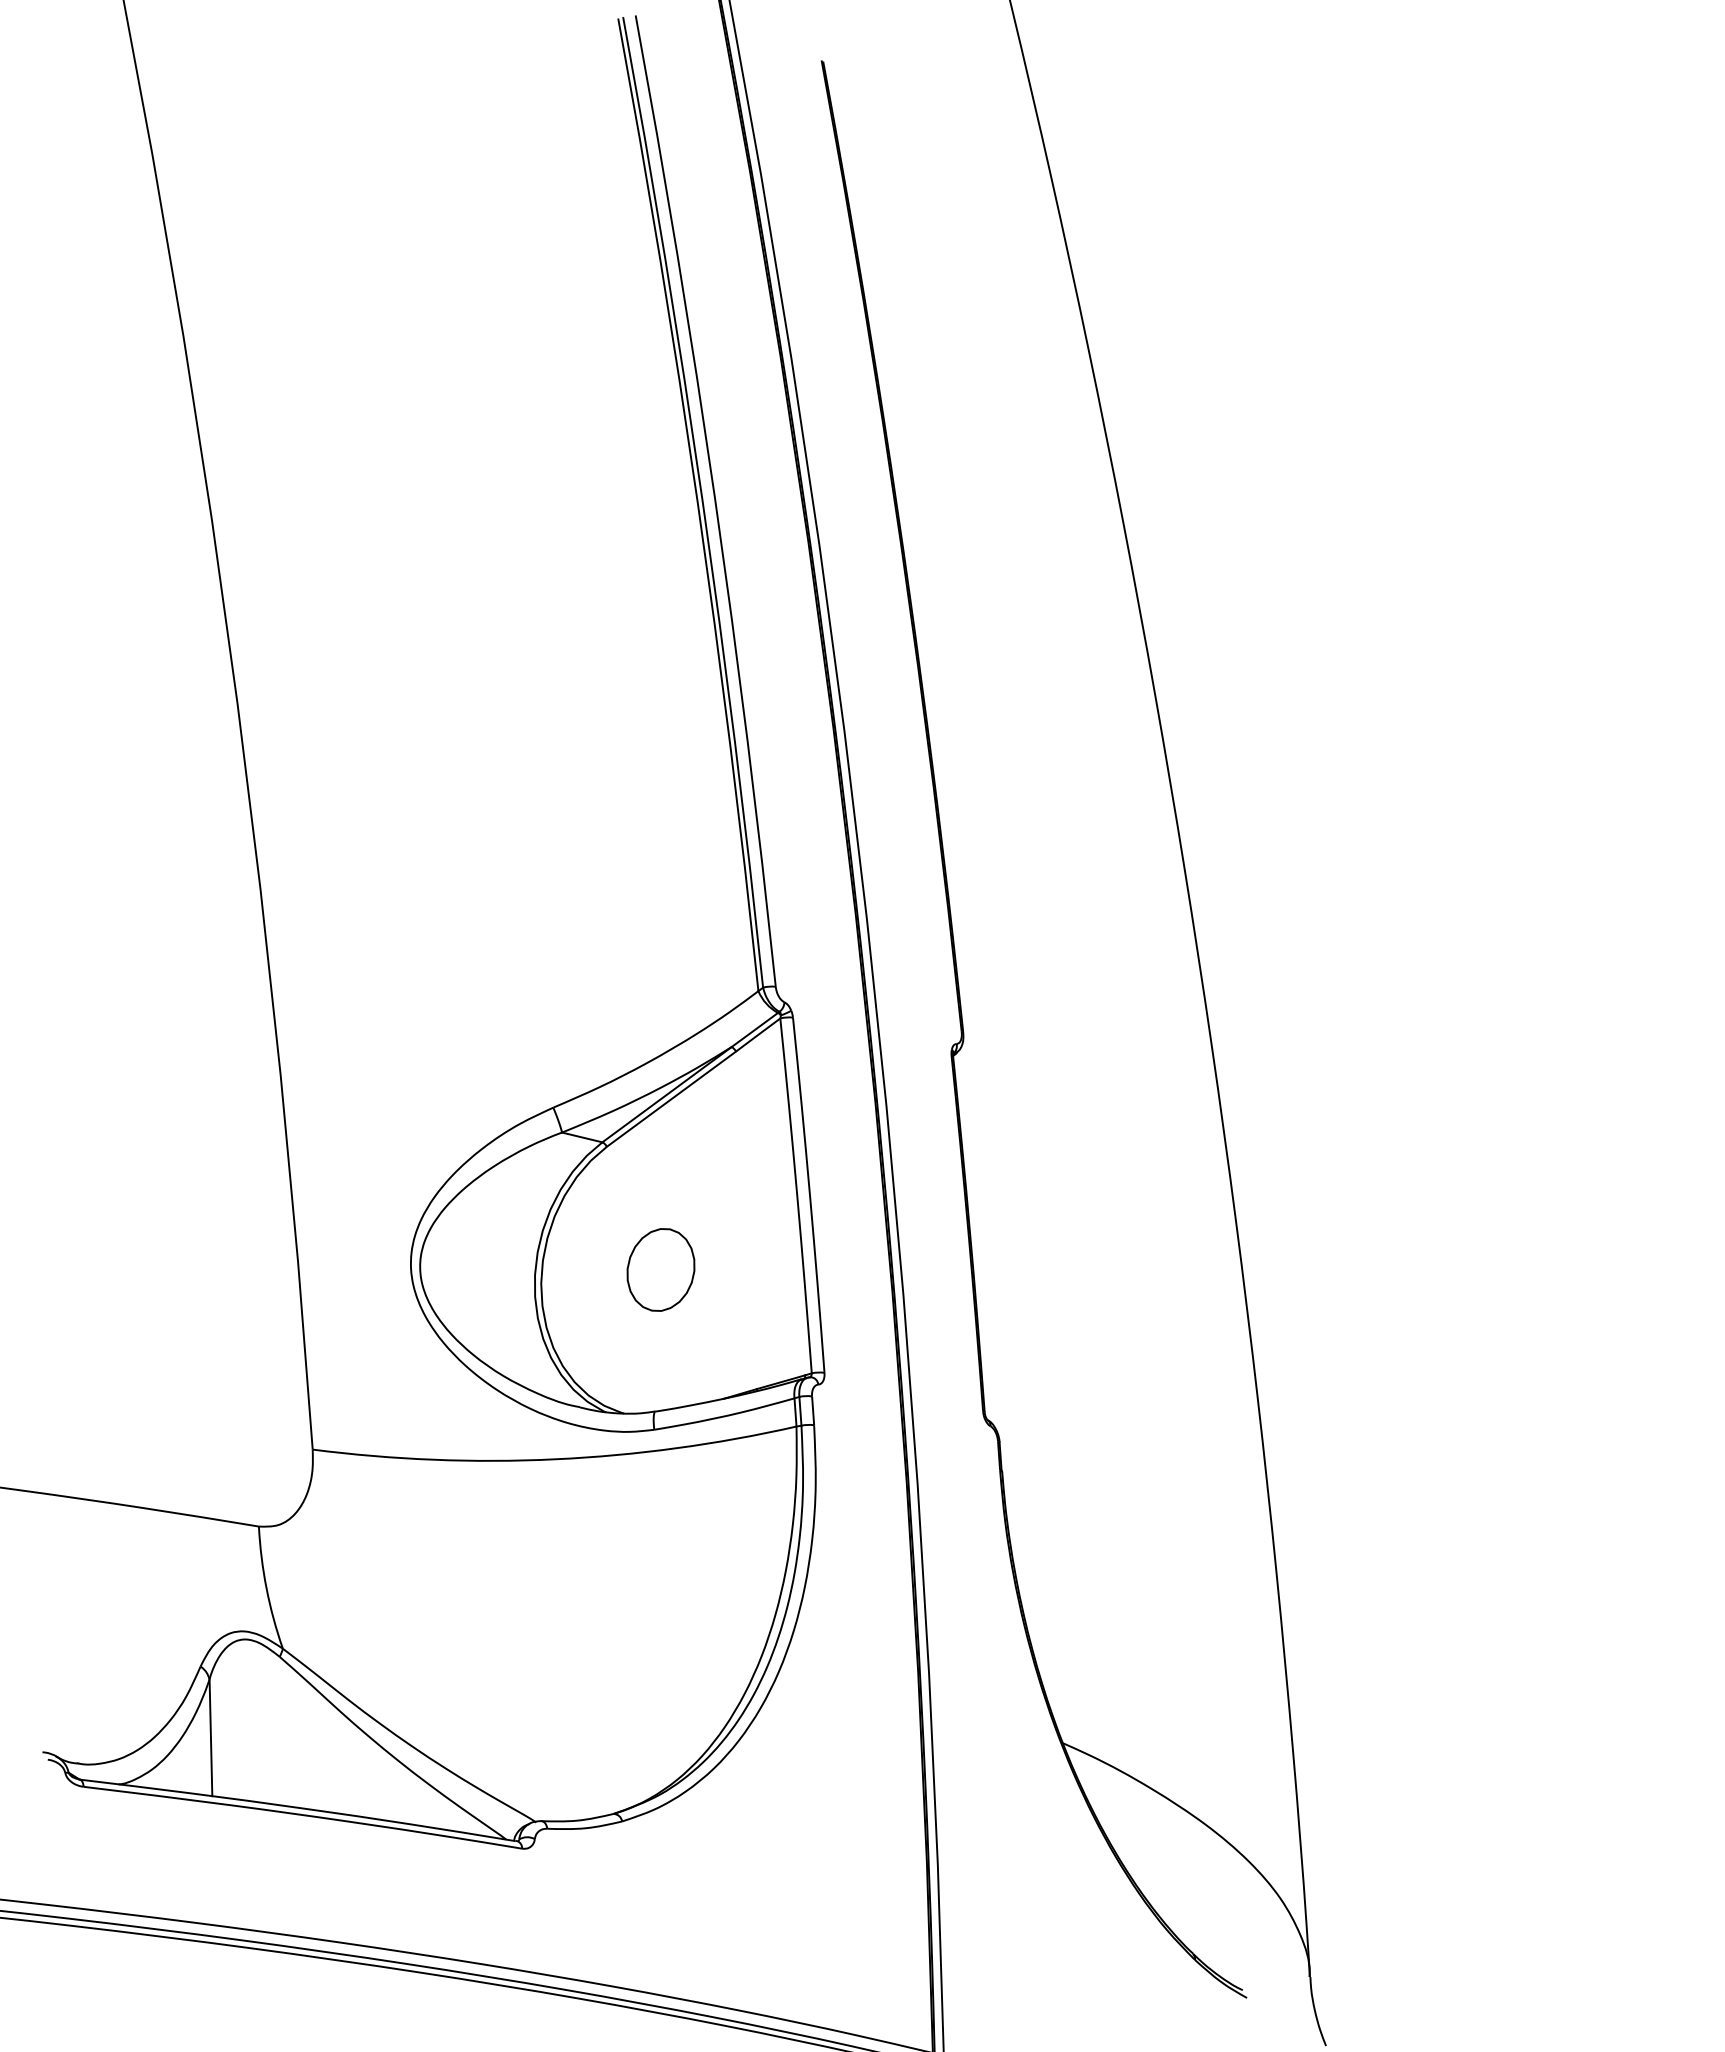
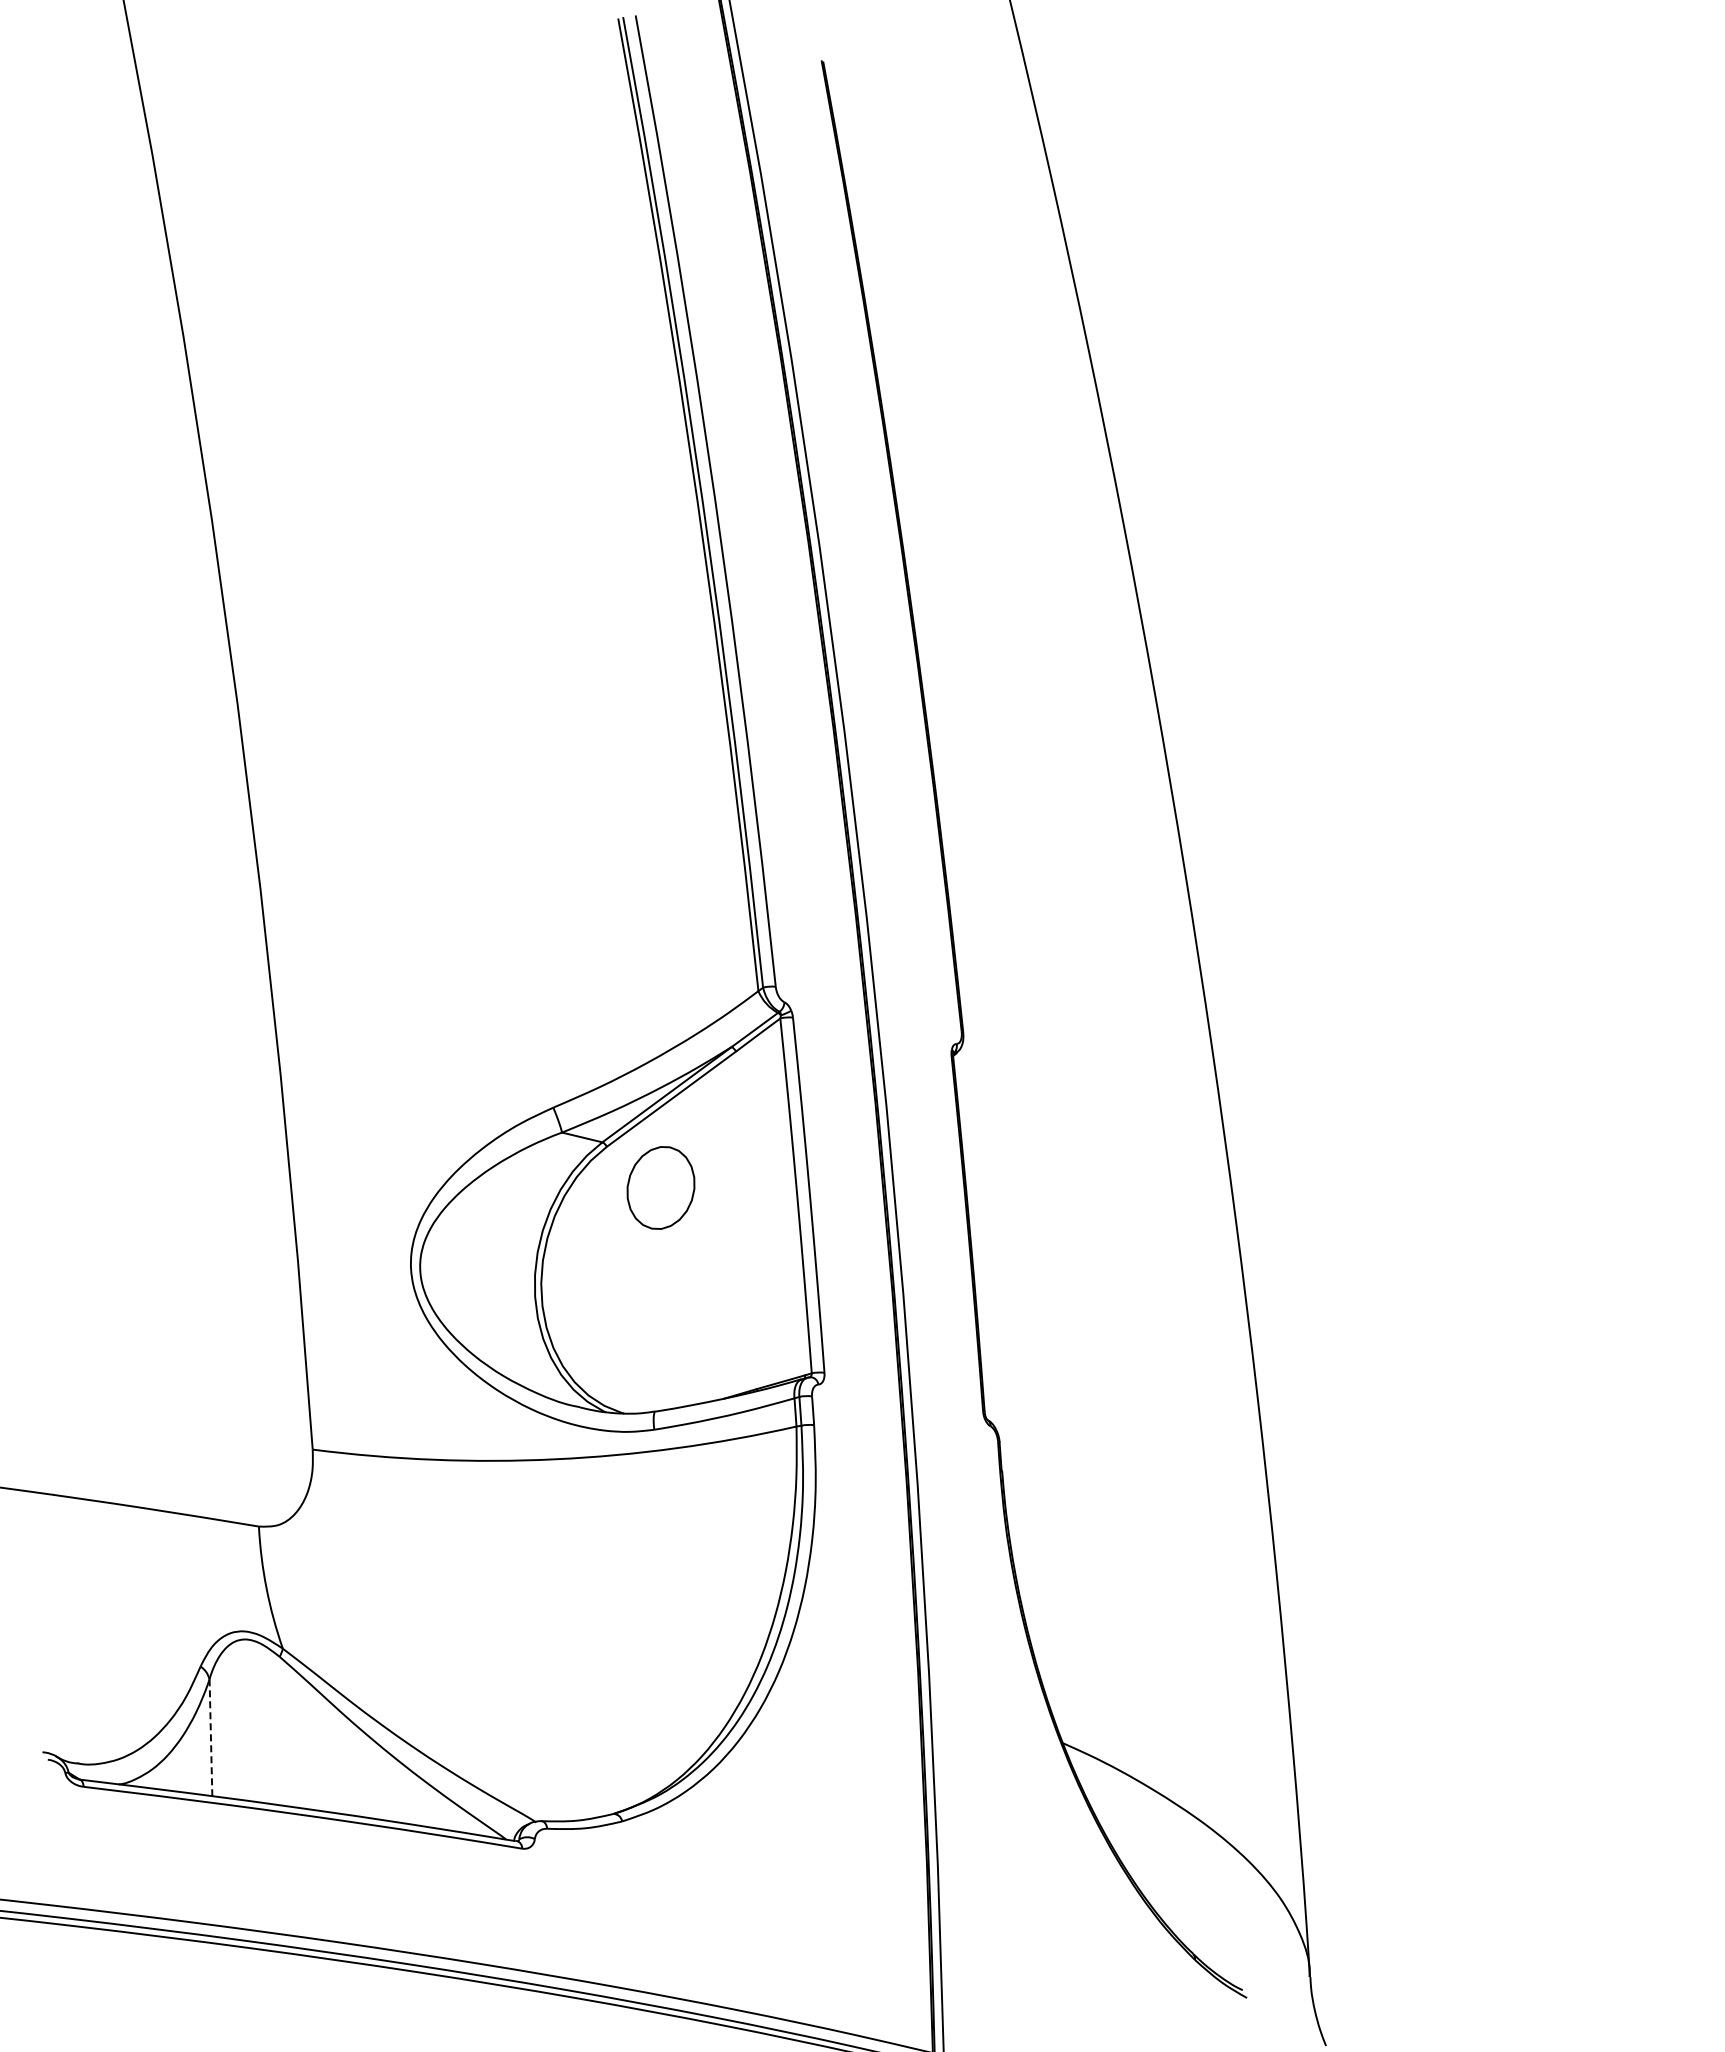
part at (660, 1269) position: (660, 1269) -> (660, 1187)
line at (210, 1738): solid -> dashed
